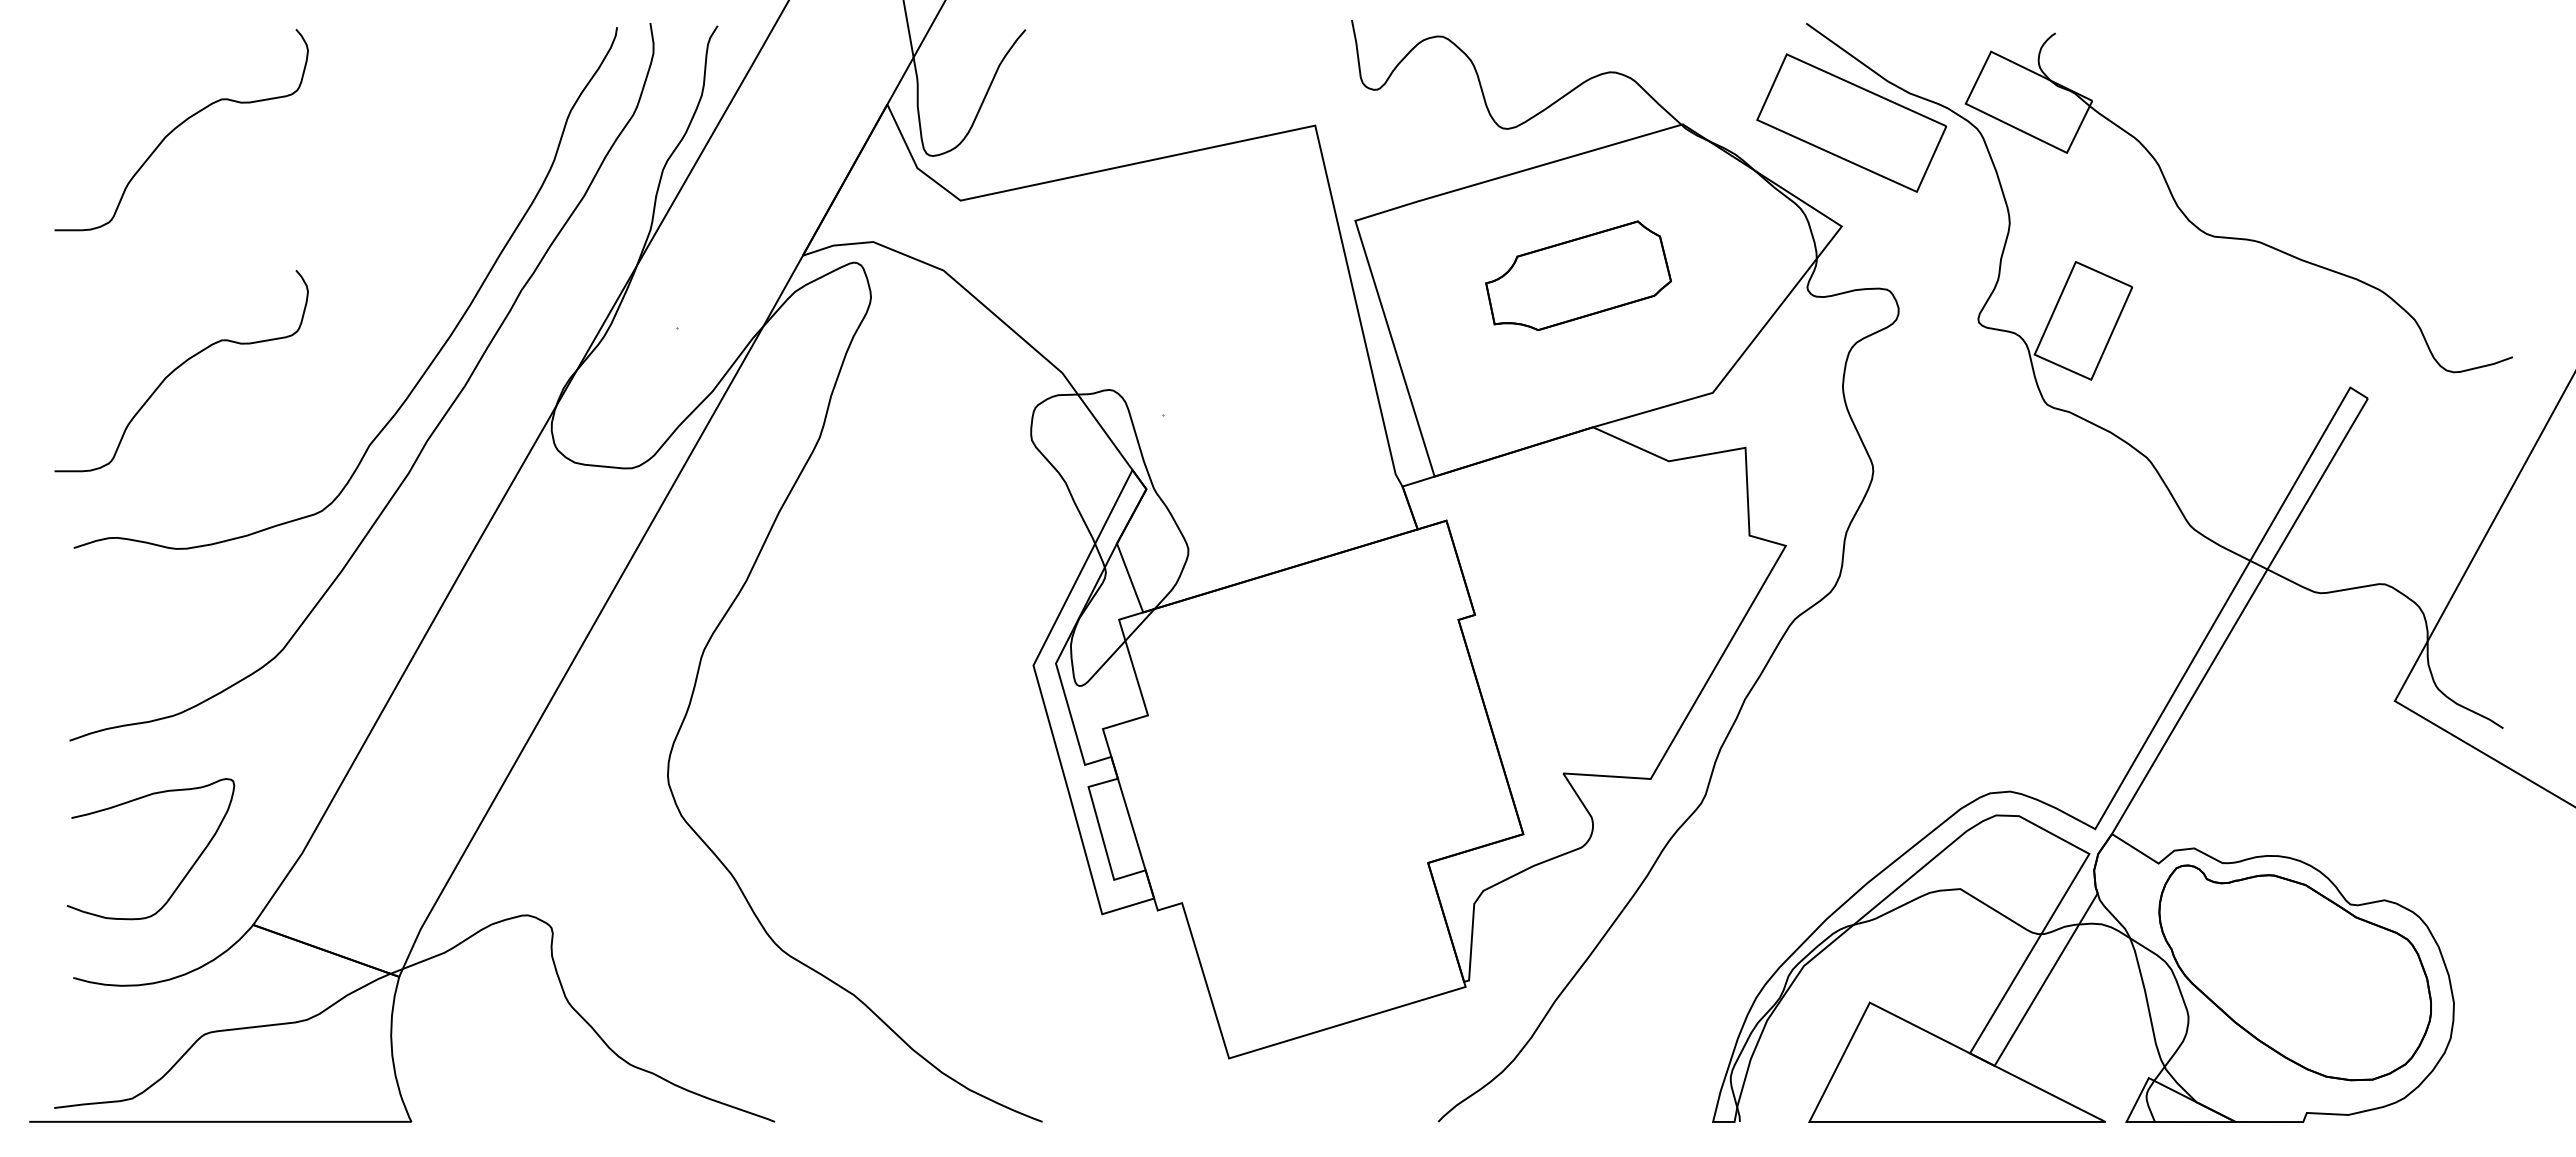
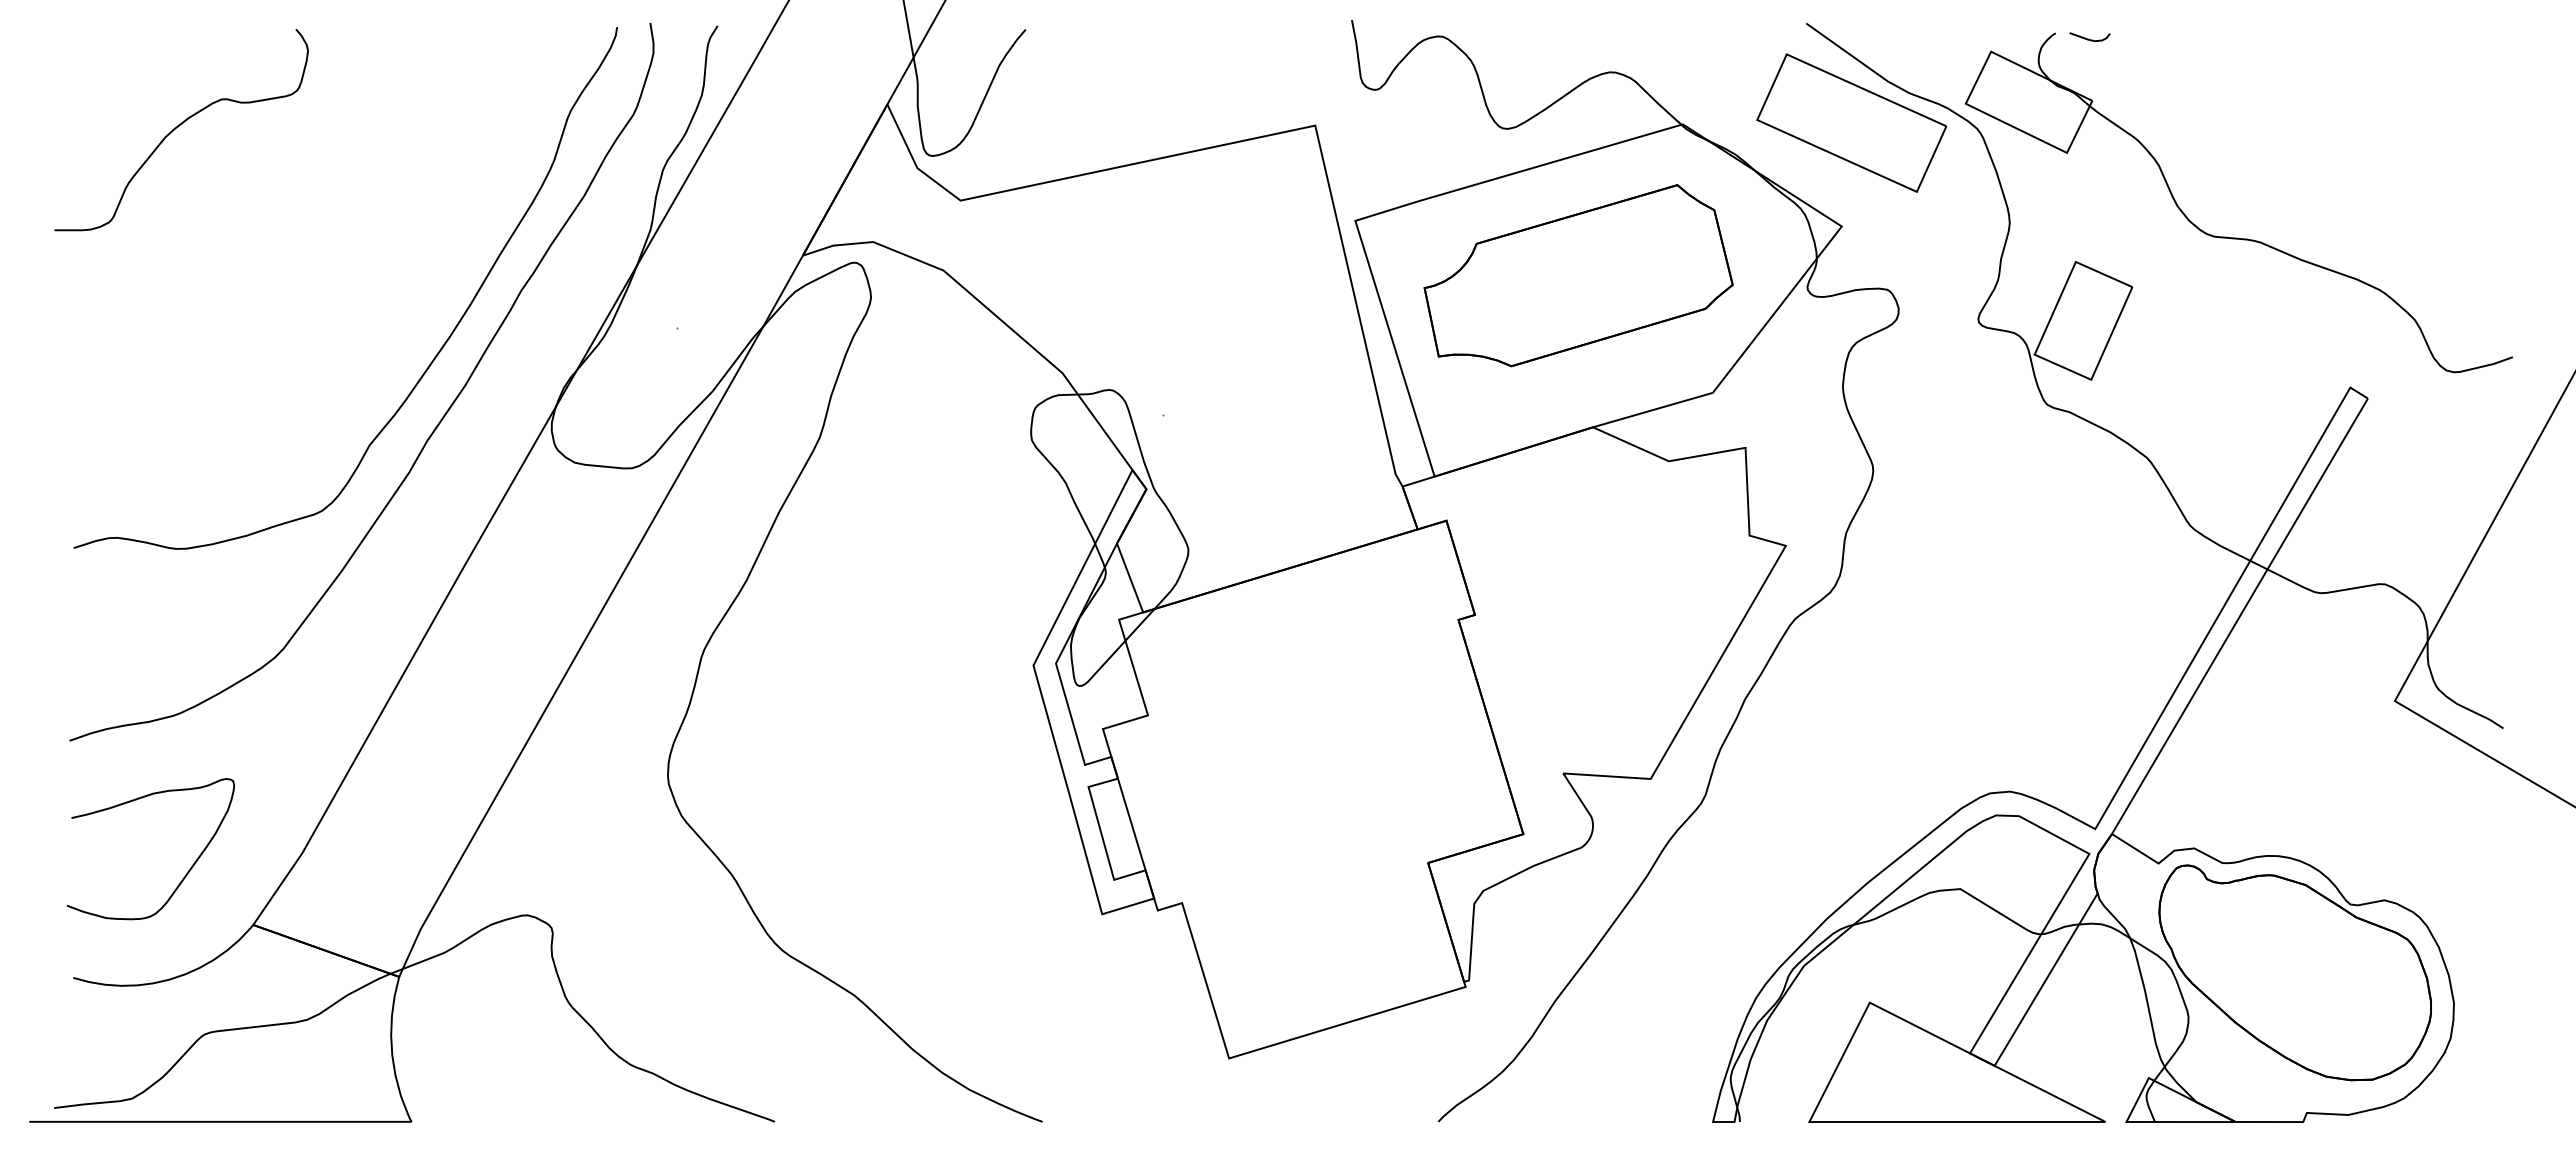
curve at (2088, 38): none -> present
part at (1578, 275) size: 187x112 px -> 311x184 px
curve at (178, 368): present -> none
